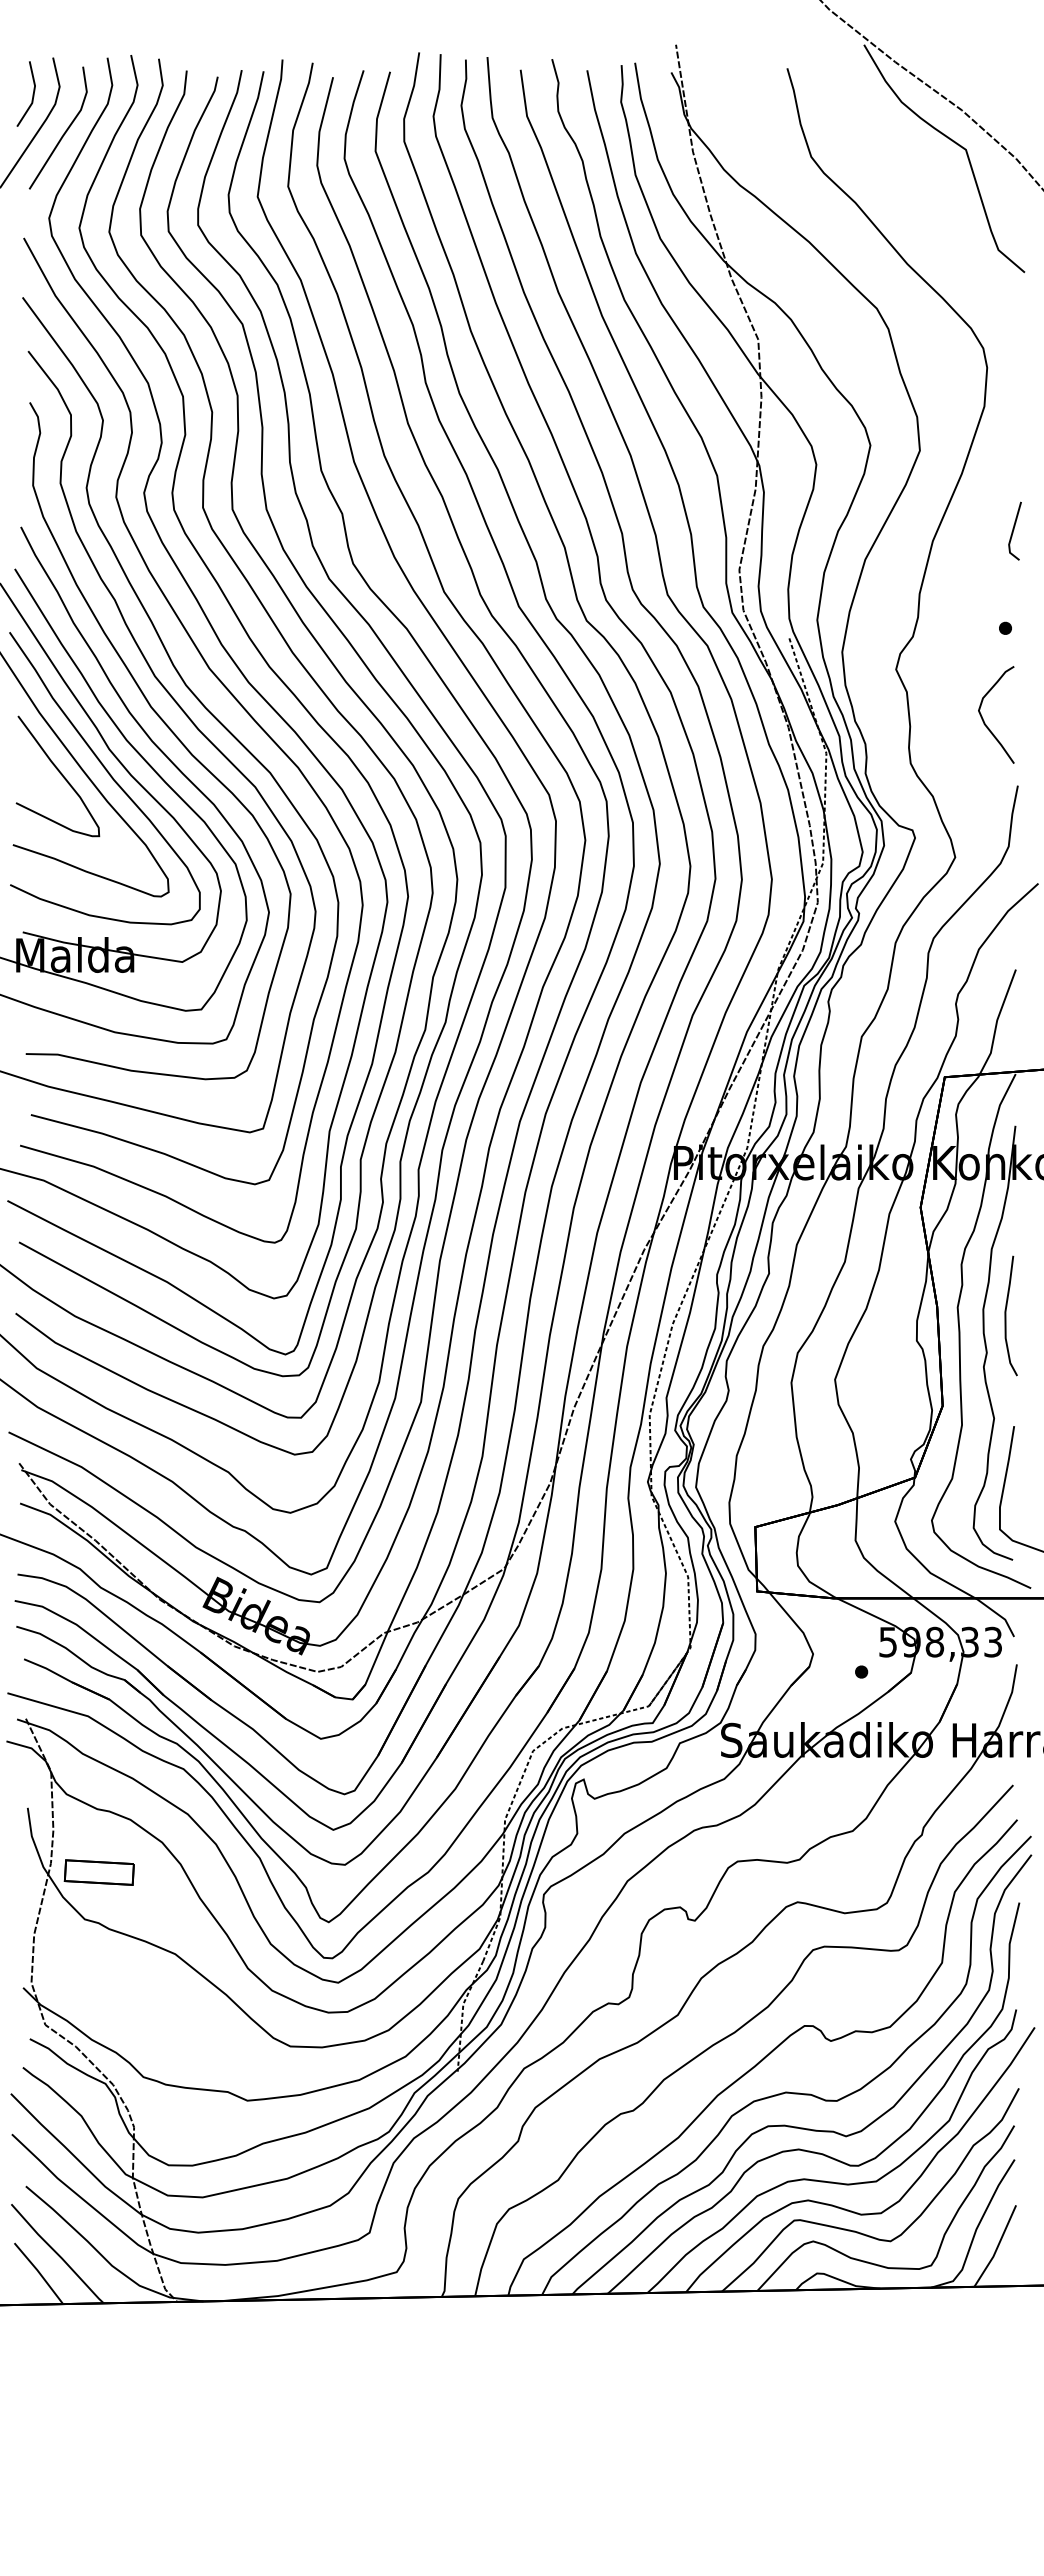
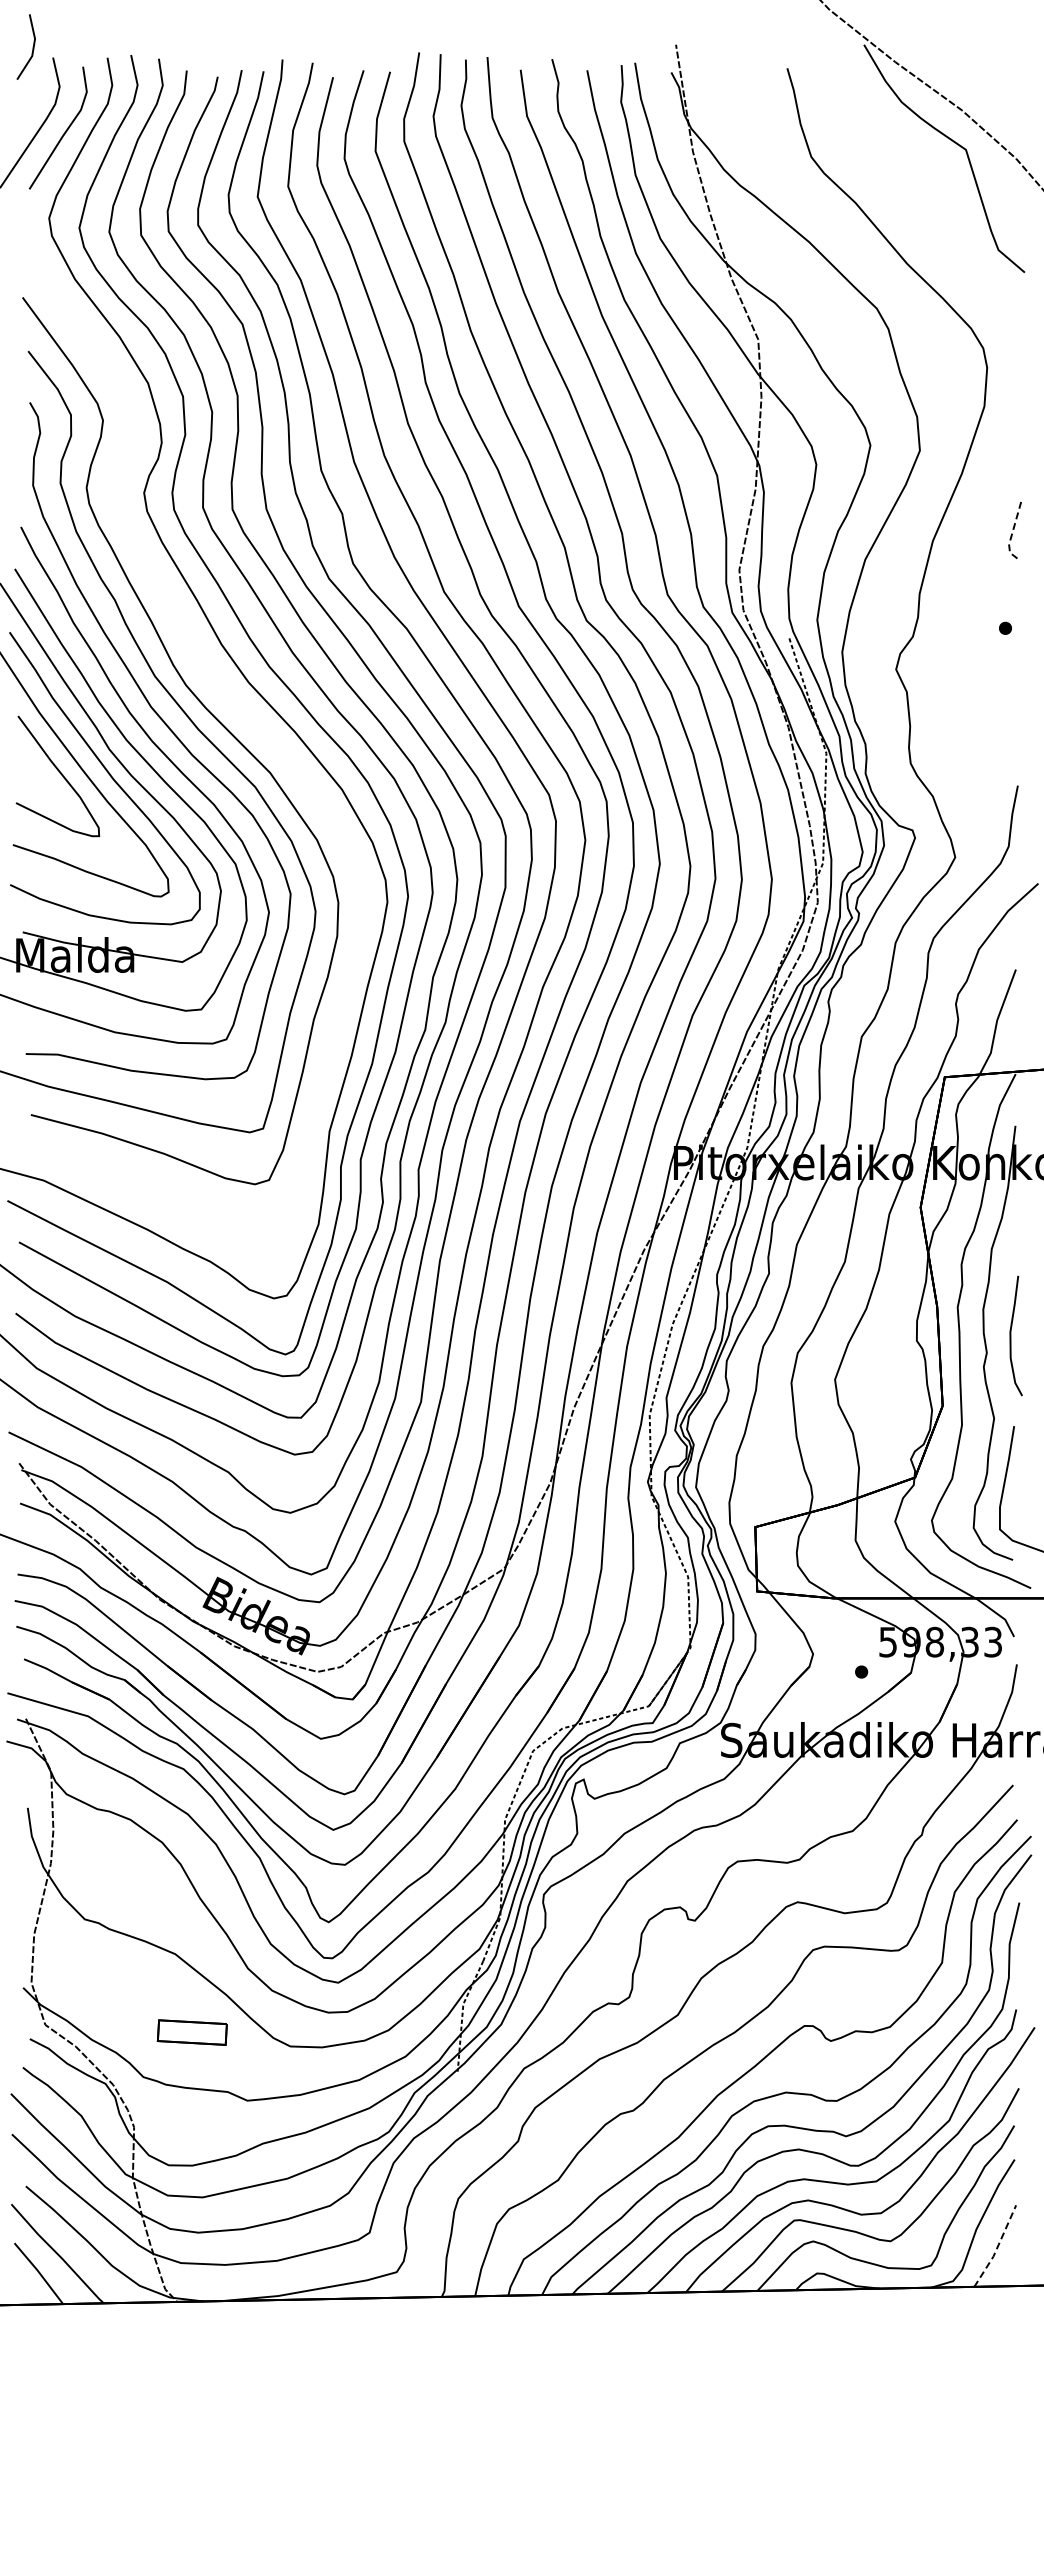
line at (32, 93) position: (32, 93) -> (32, 46)
line at (1011, 535): solid -> dashed
curve at (236, 701): present -> none
curve at (984, 720): present -> none
curve at (1006, 1315) position: (1006, 1315) -> (1011, 1335)
part at (98, 1872) position: (98, 1872) -> (191, 2032)
line at (997, 2248): solid -> dashed
